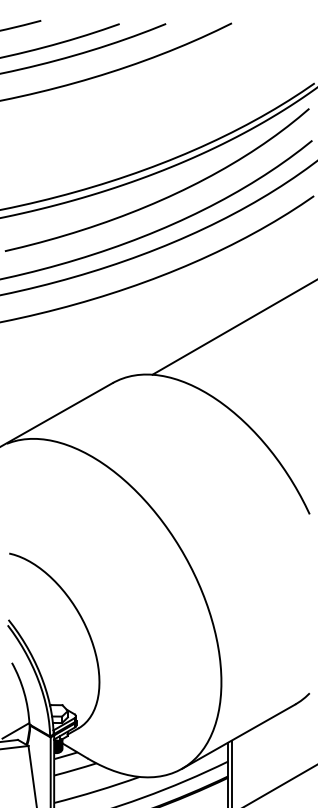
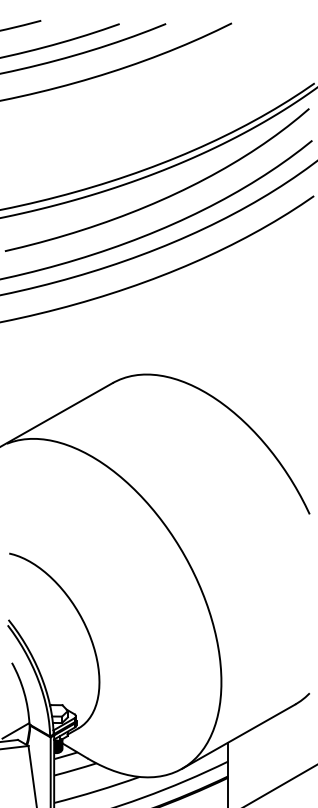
line at (233, 327): present -> none
line at (231, 772): present -> none
